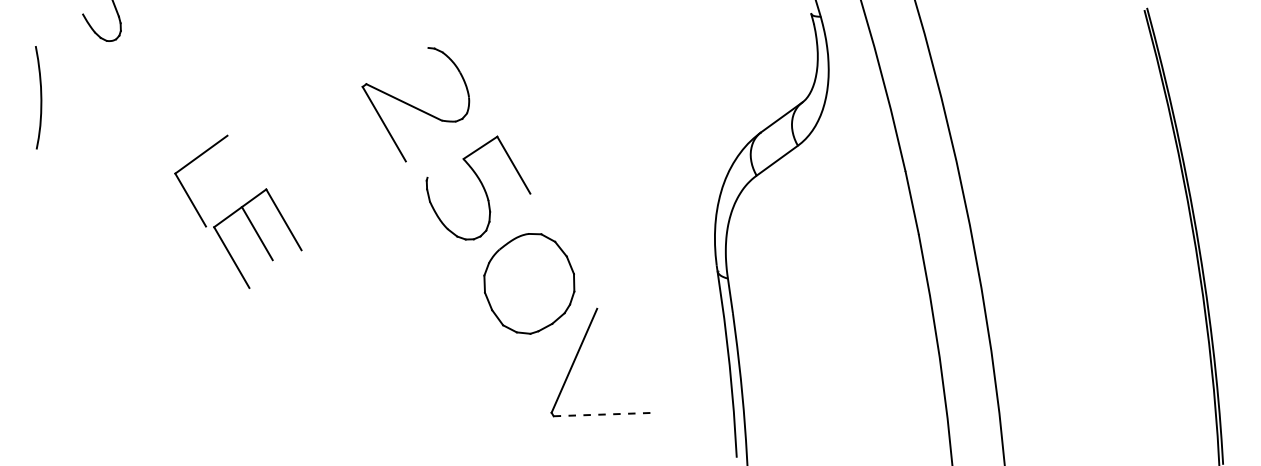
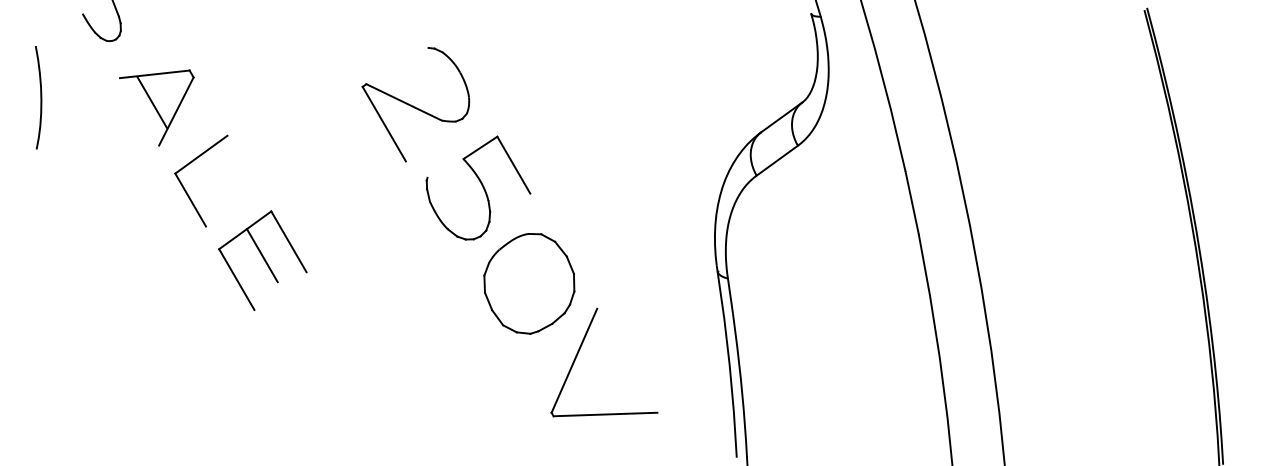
part at (156, 107): none -> present
part at (257, 238) position: (257, 238) -> (262, 260)
line at (605, 414): dashed -> solid
